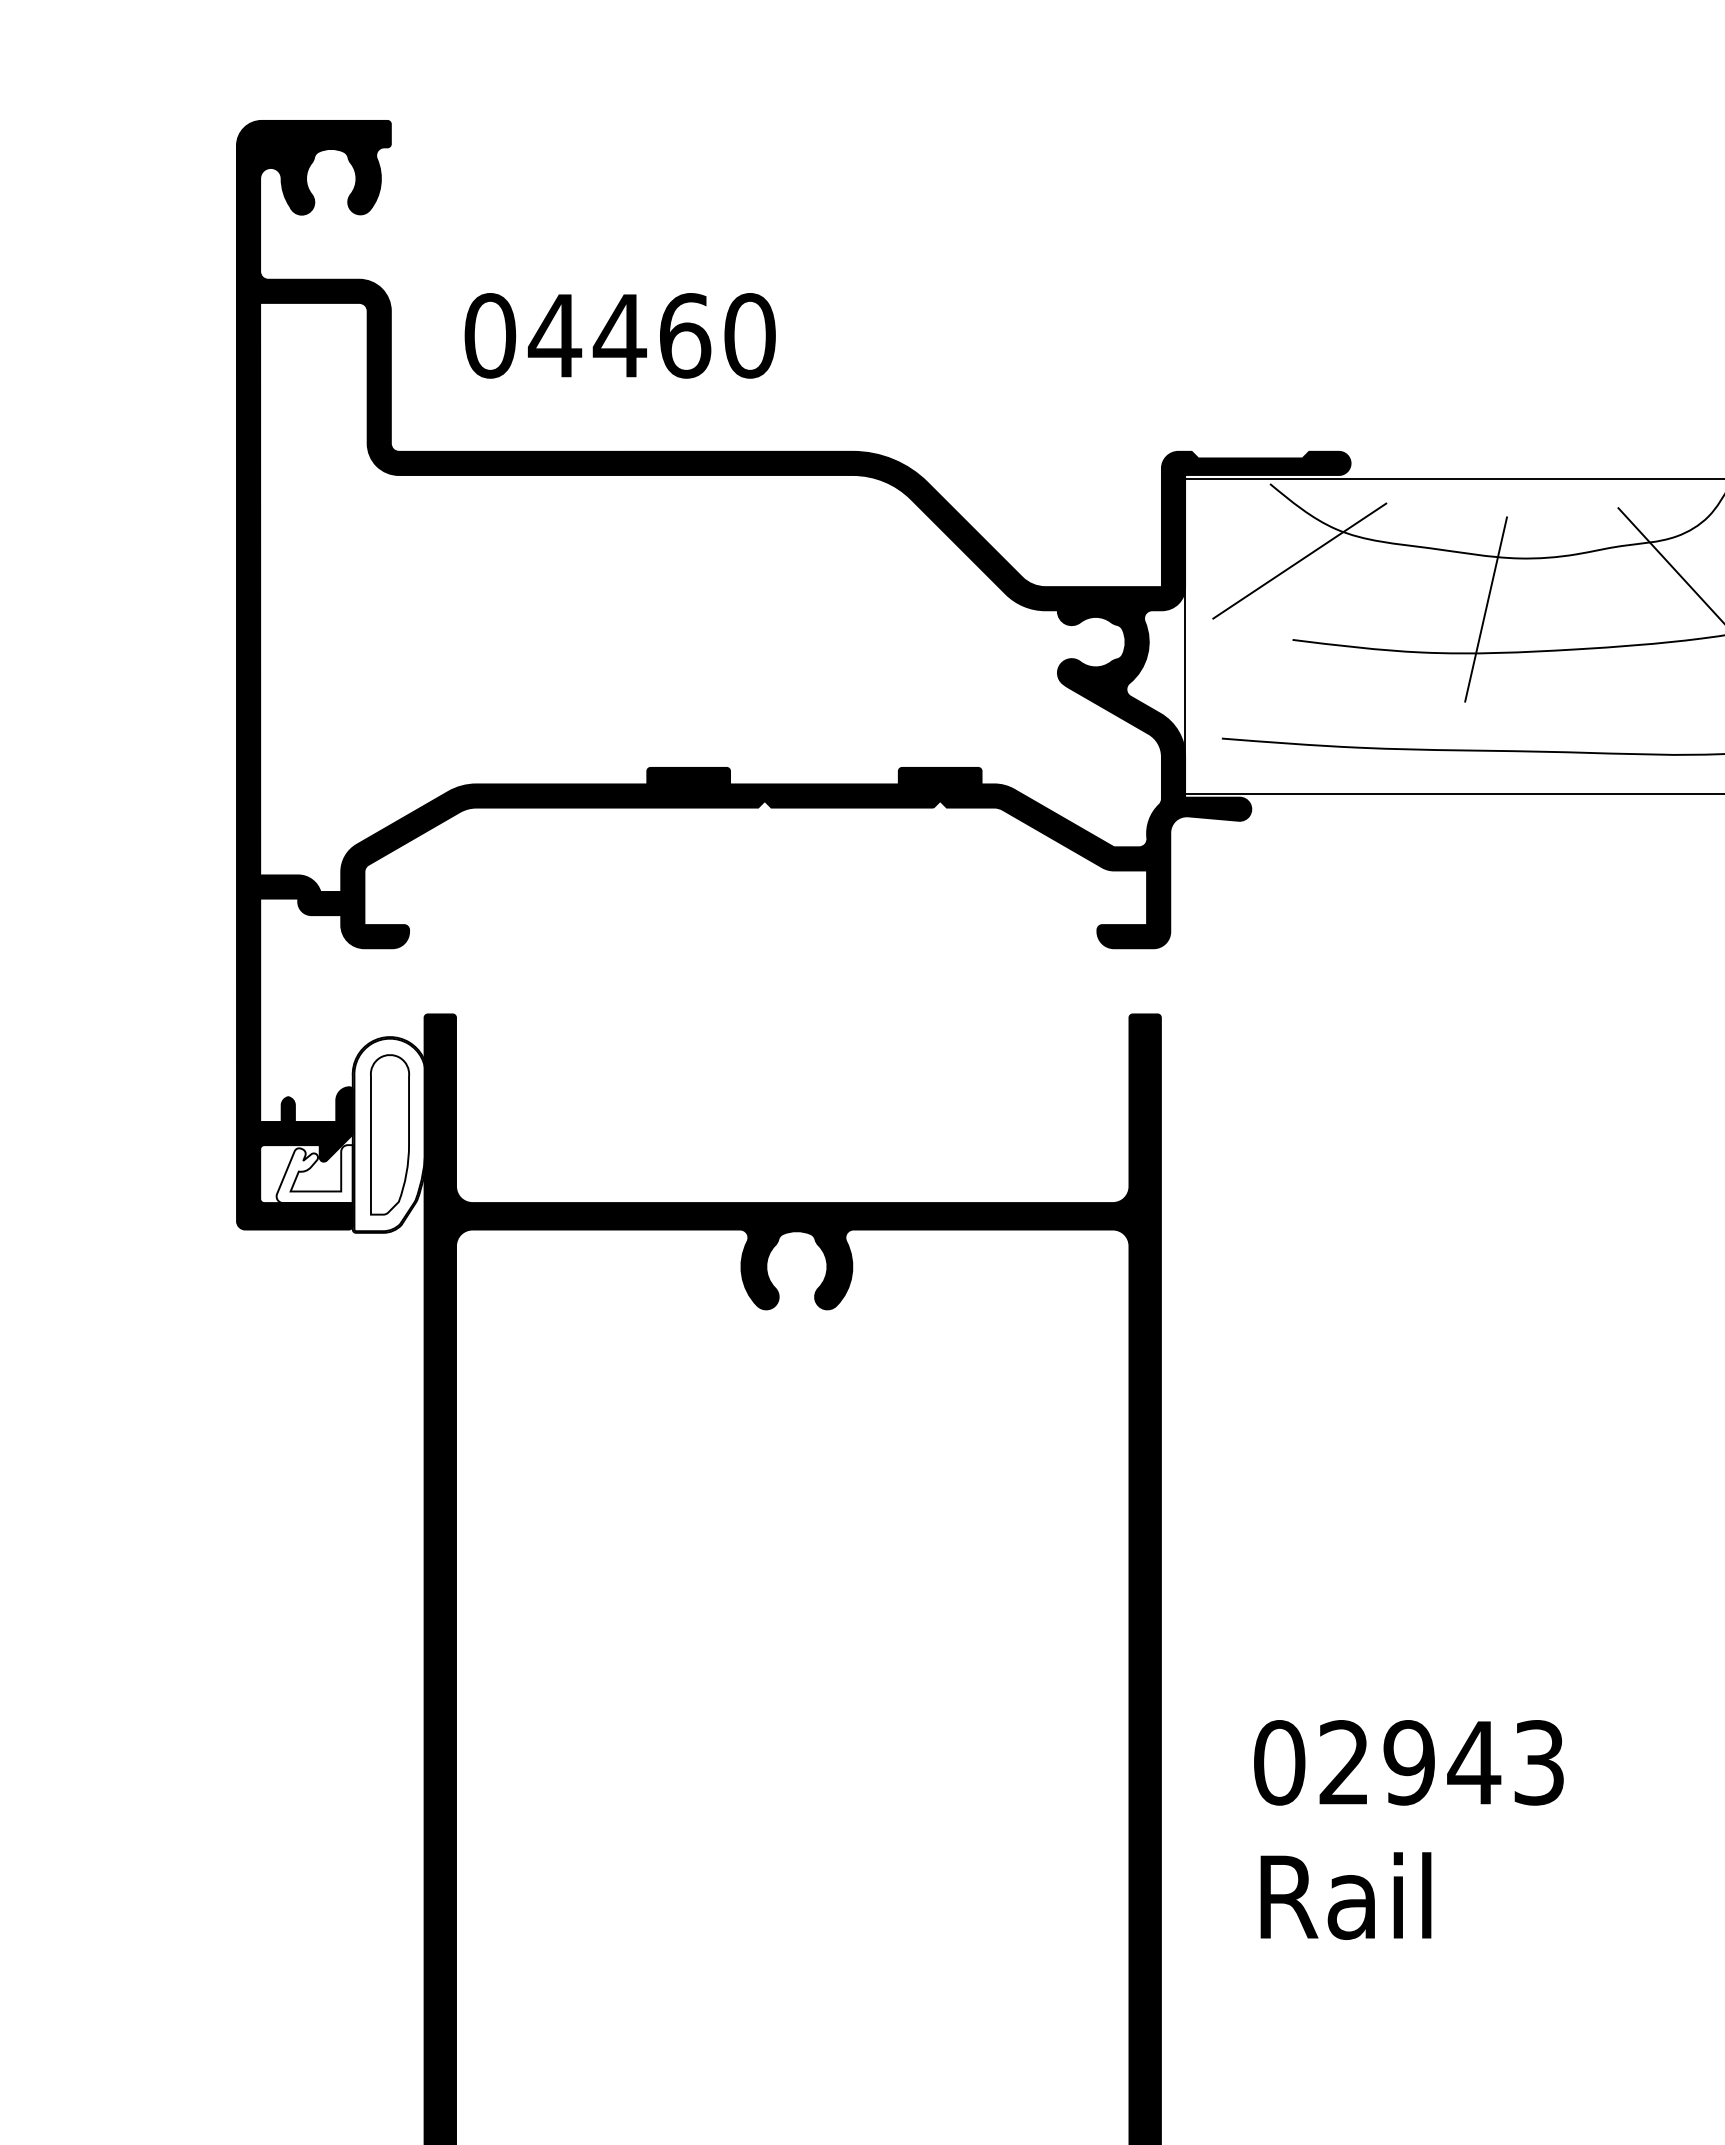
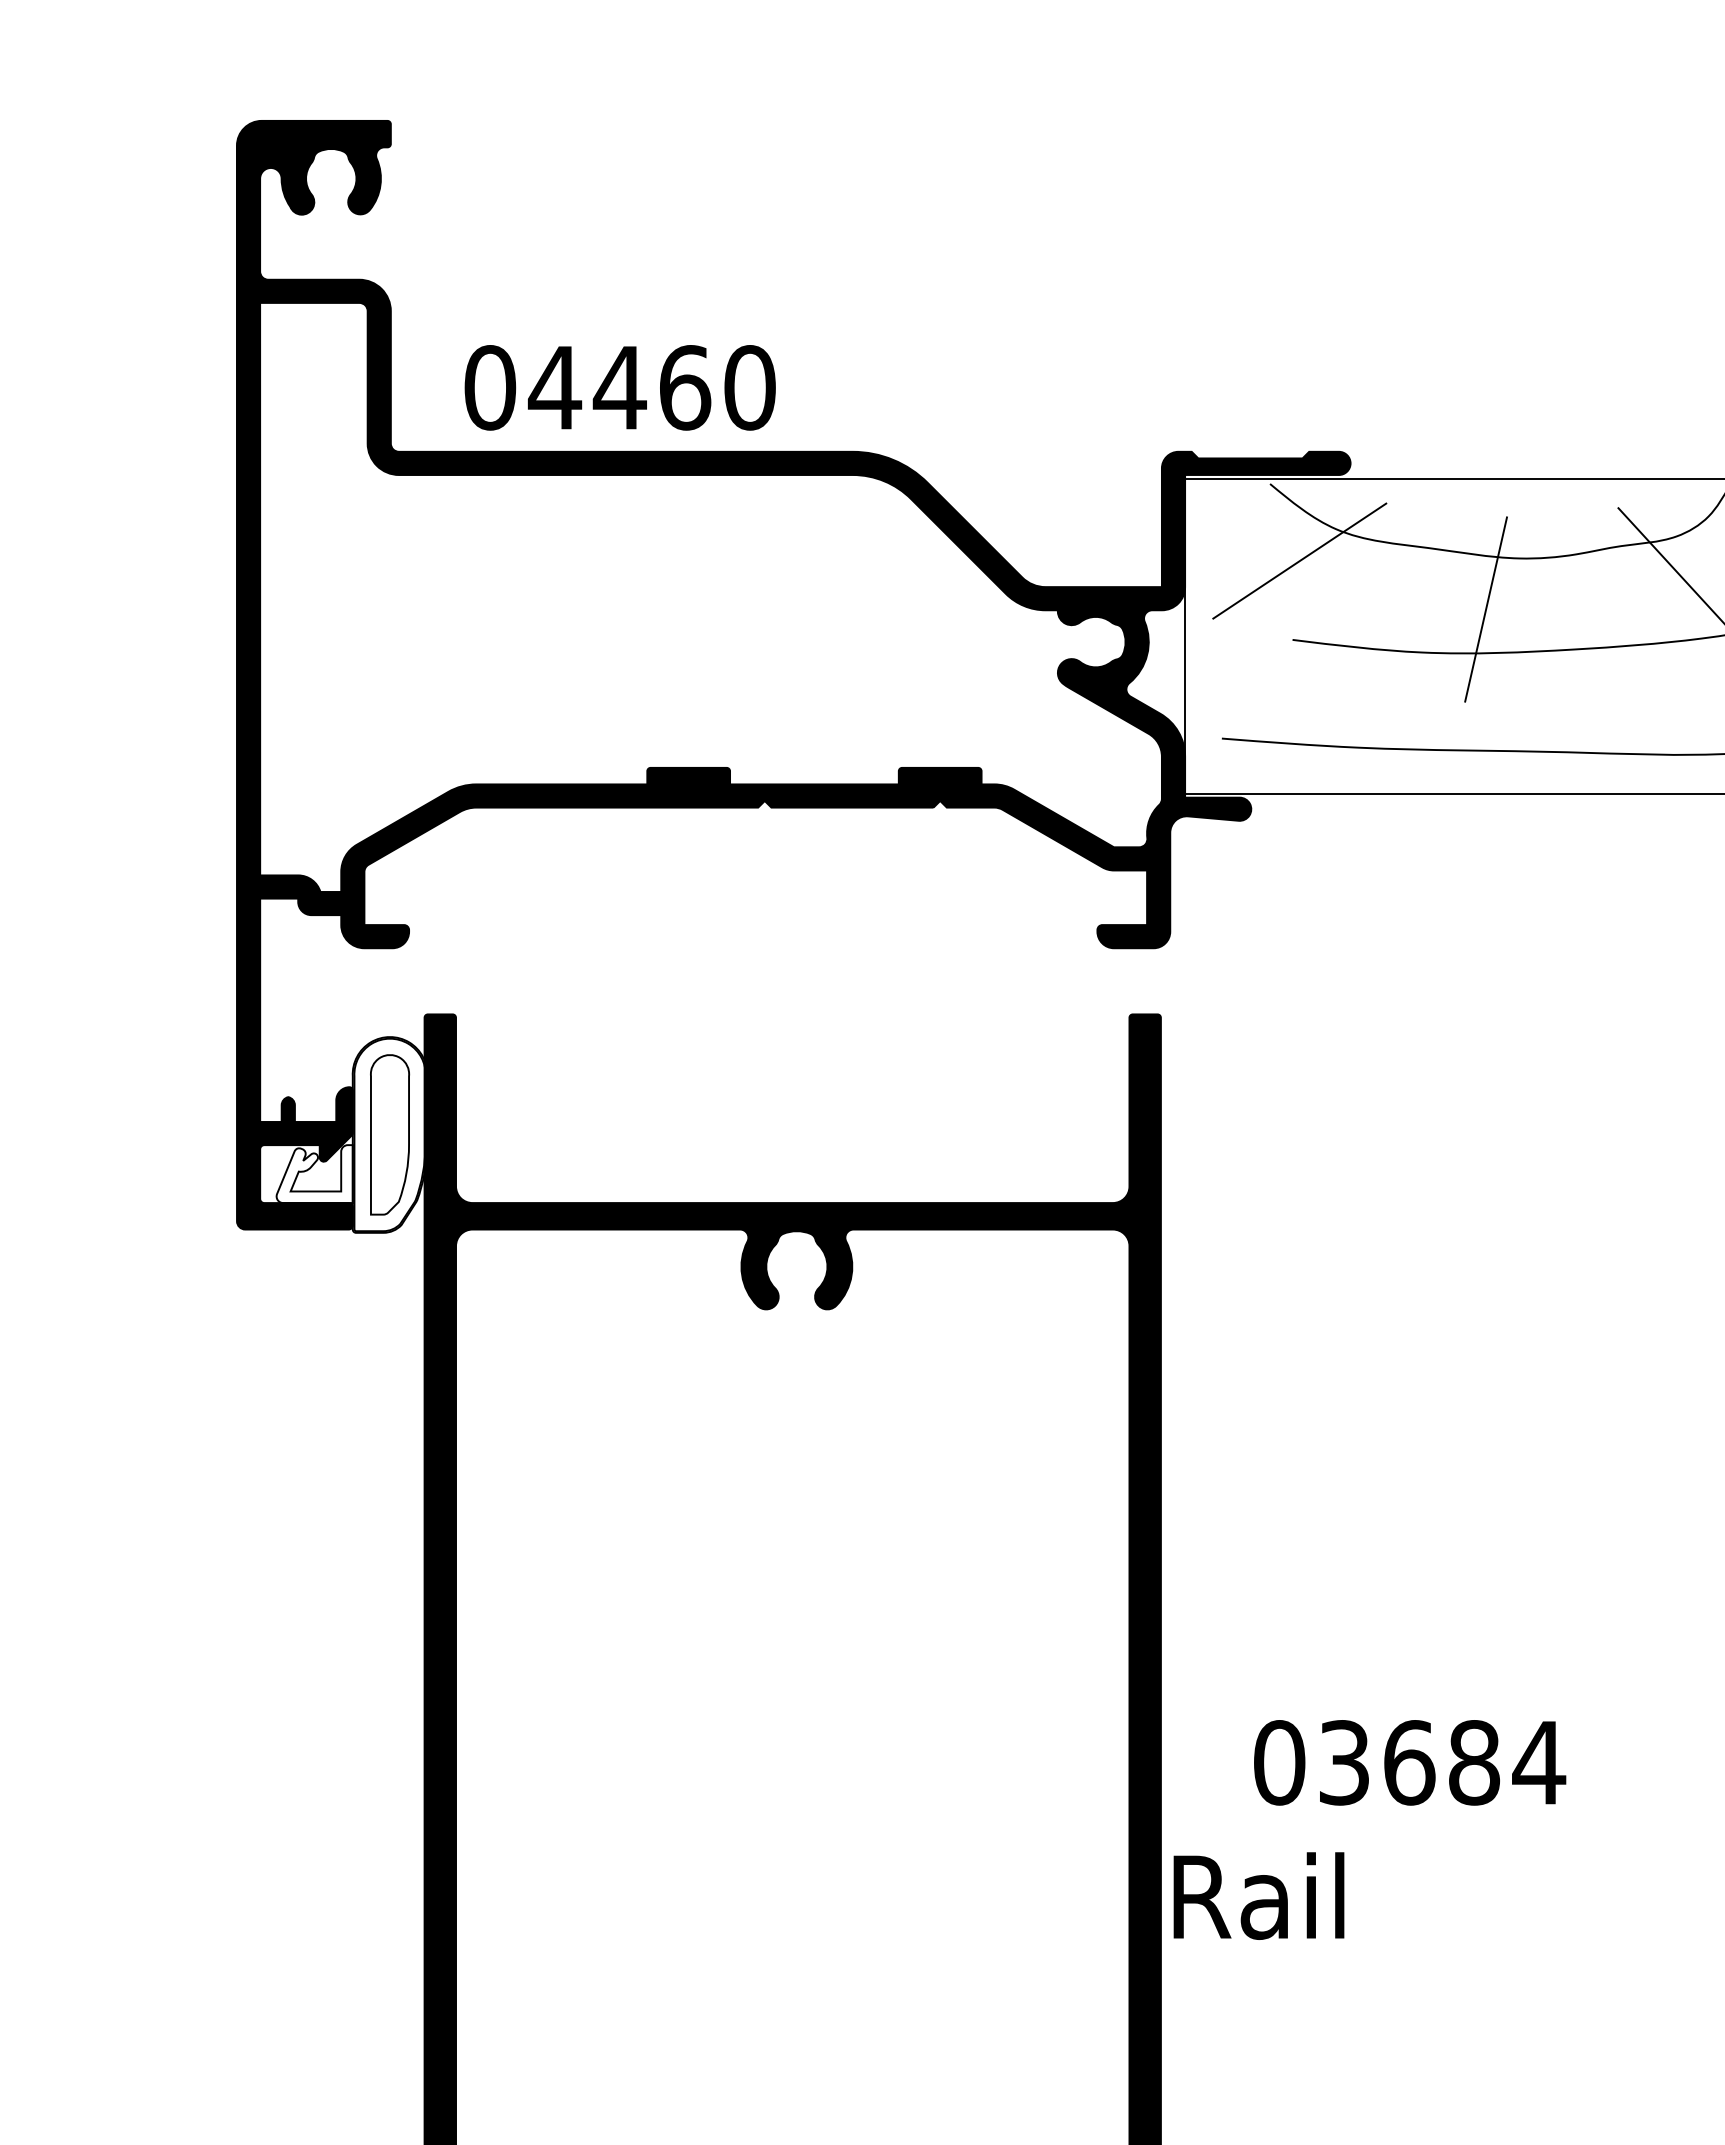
text at (619, 335) position: (619, 335) -> (619, 387)
text at (1442, 1762): 02943 -> 03684
text at (1345, 1895) position: (1345, 1895) -> (1258, 1895)
